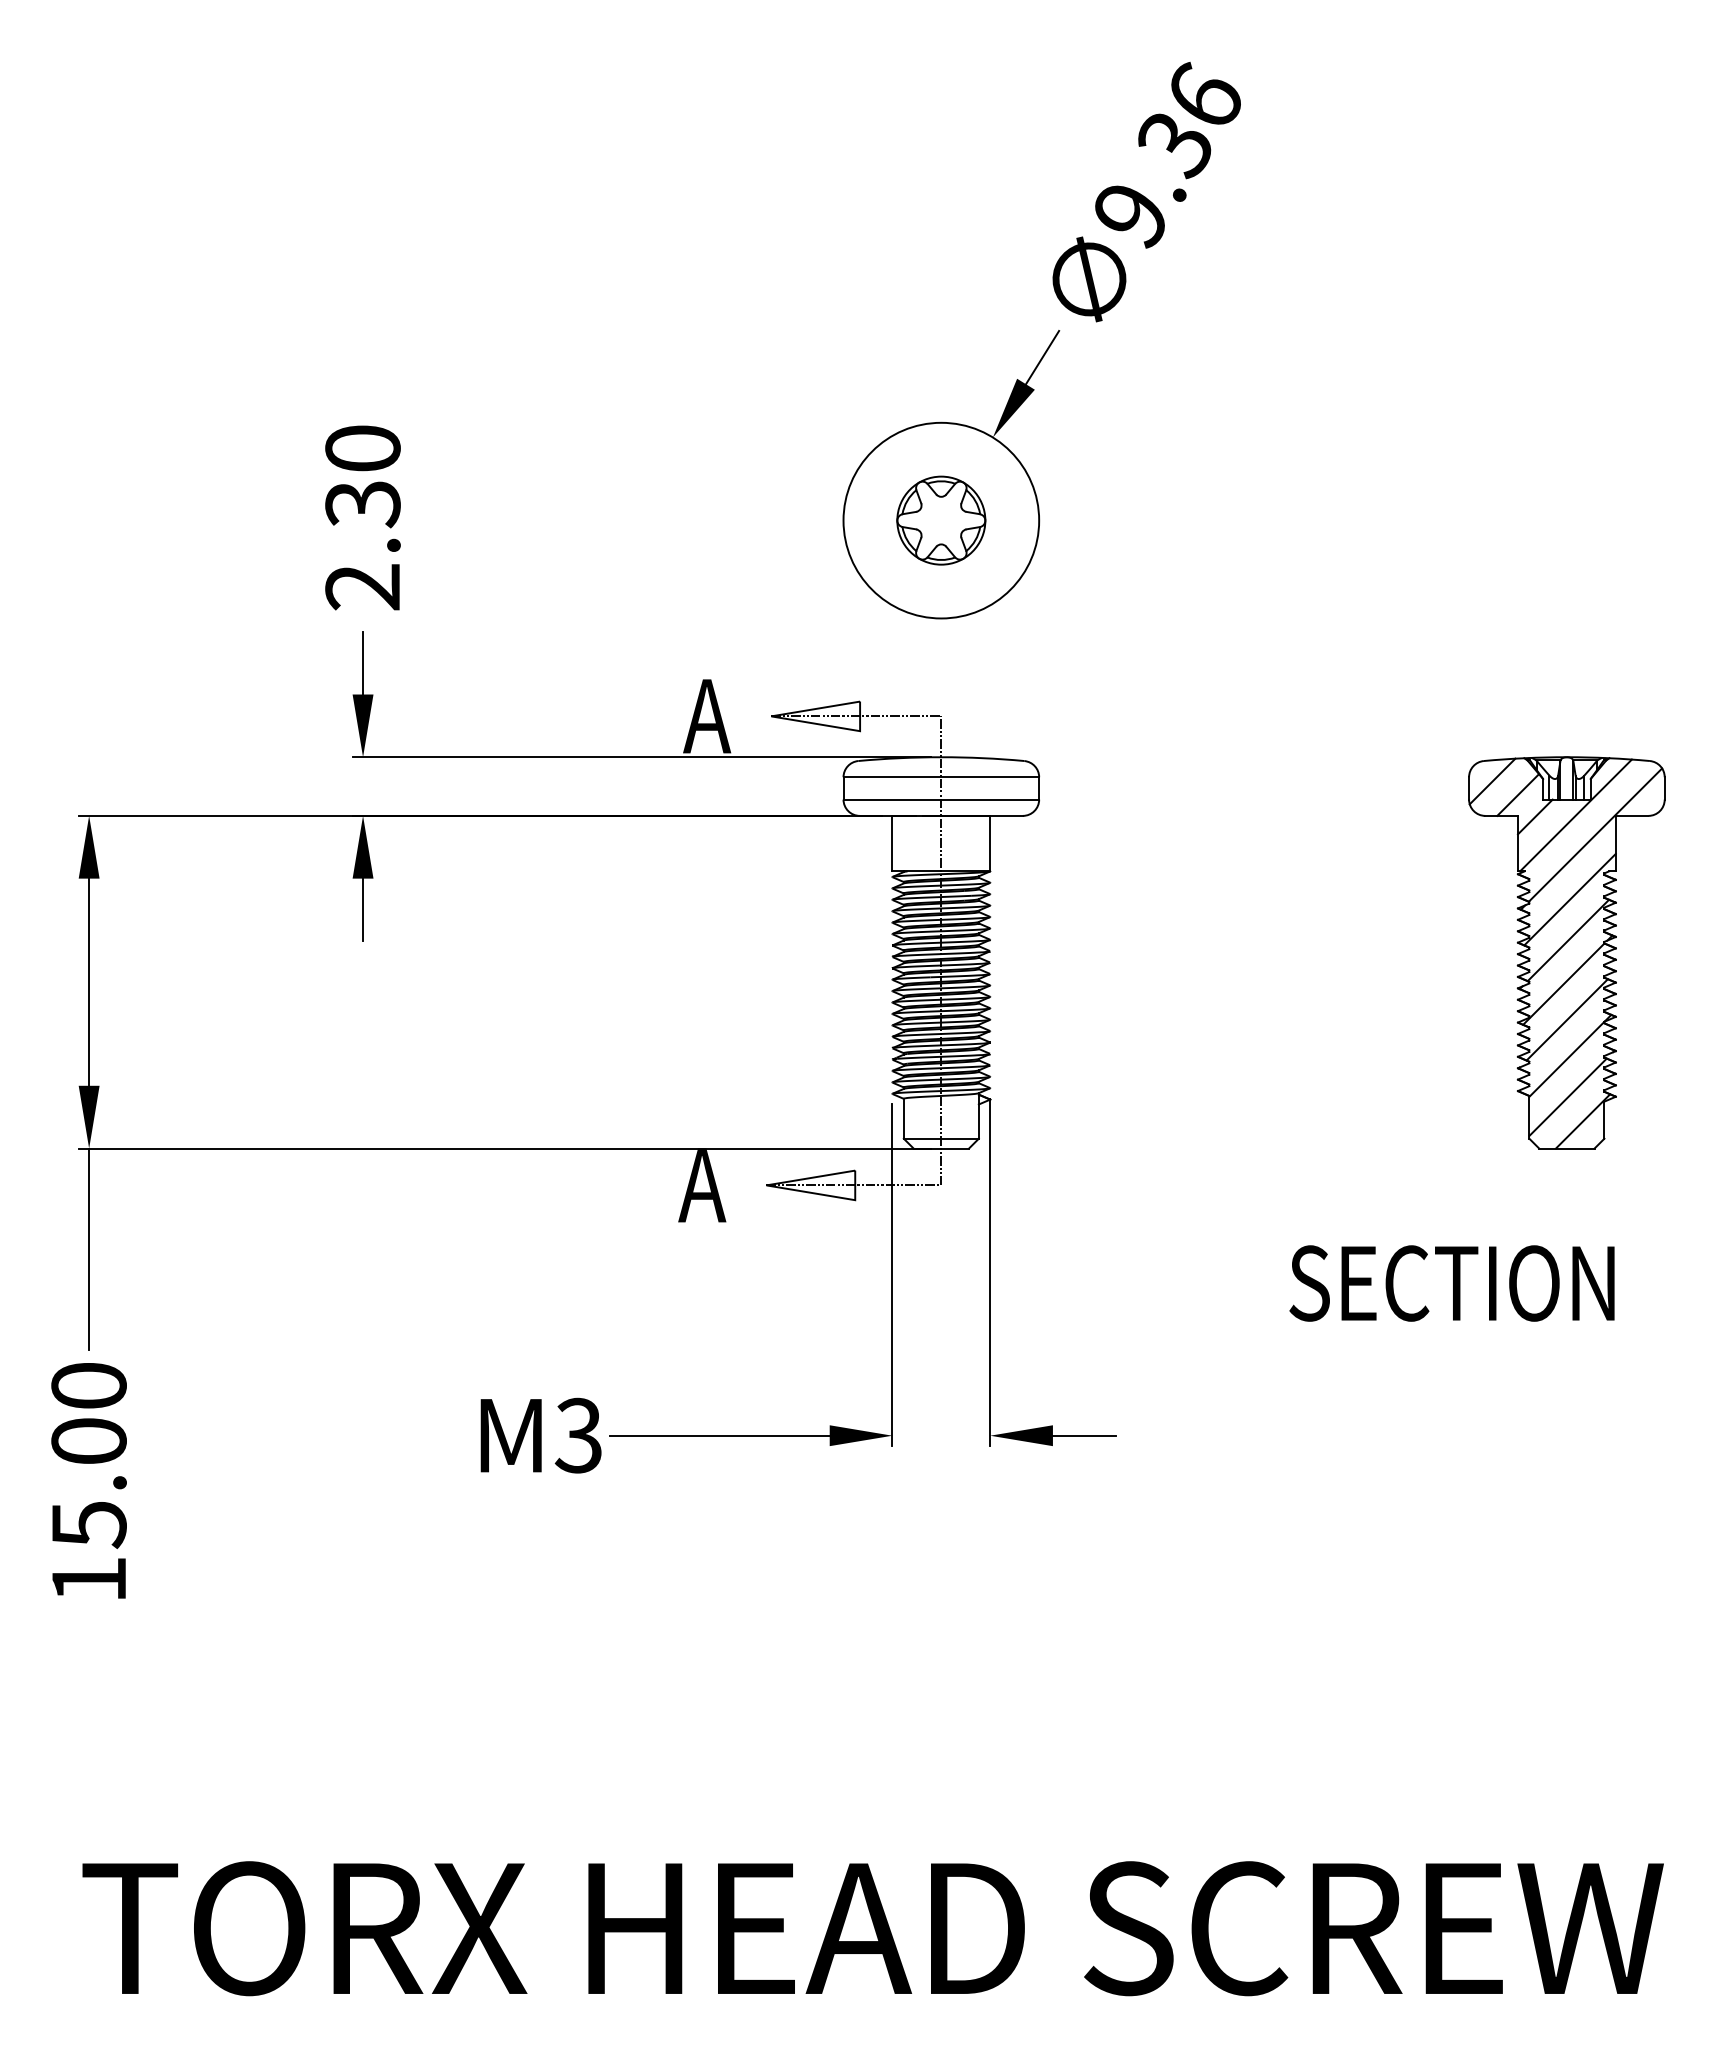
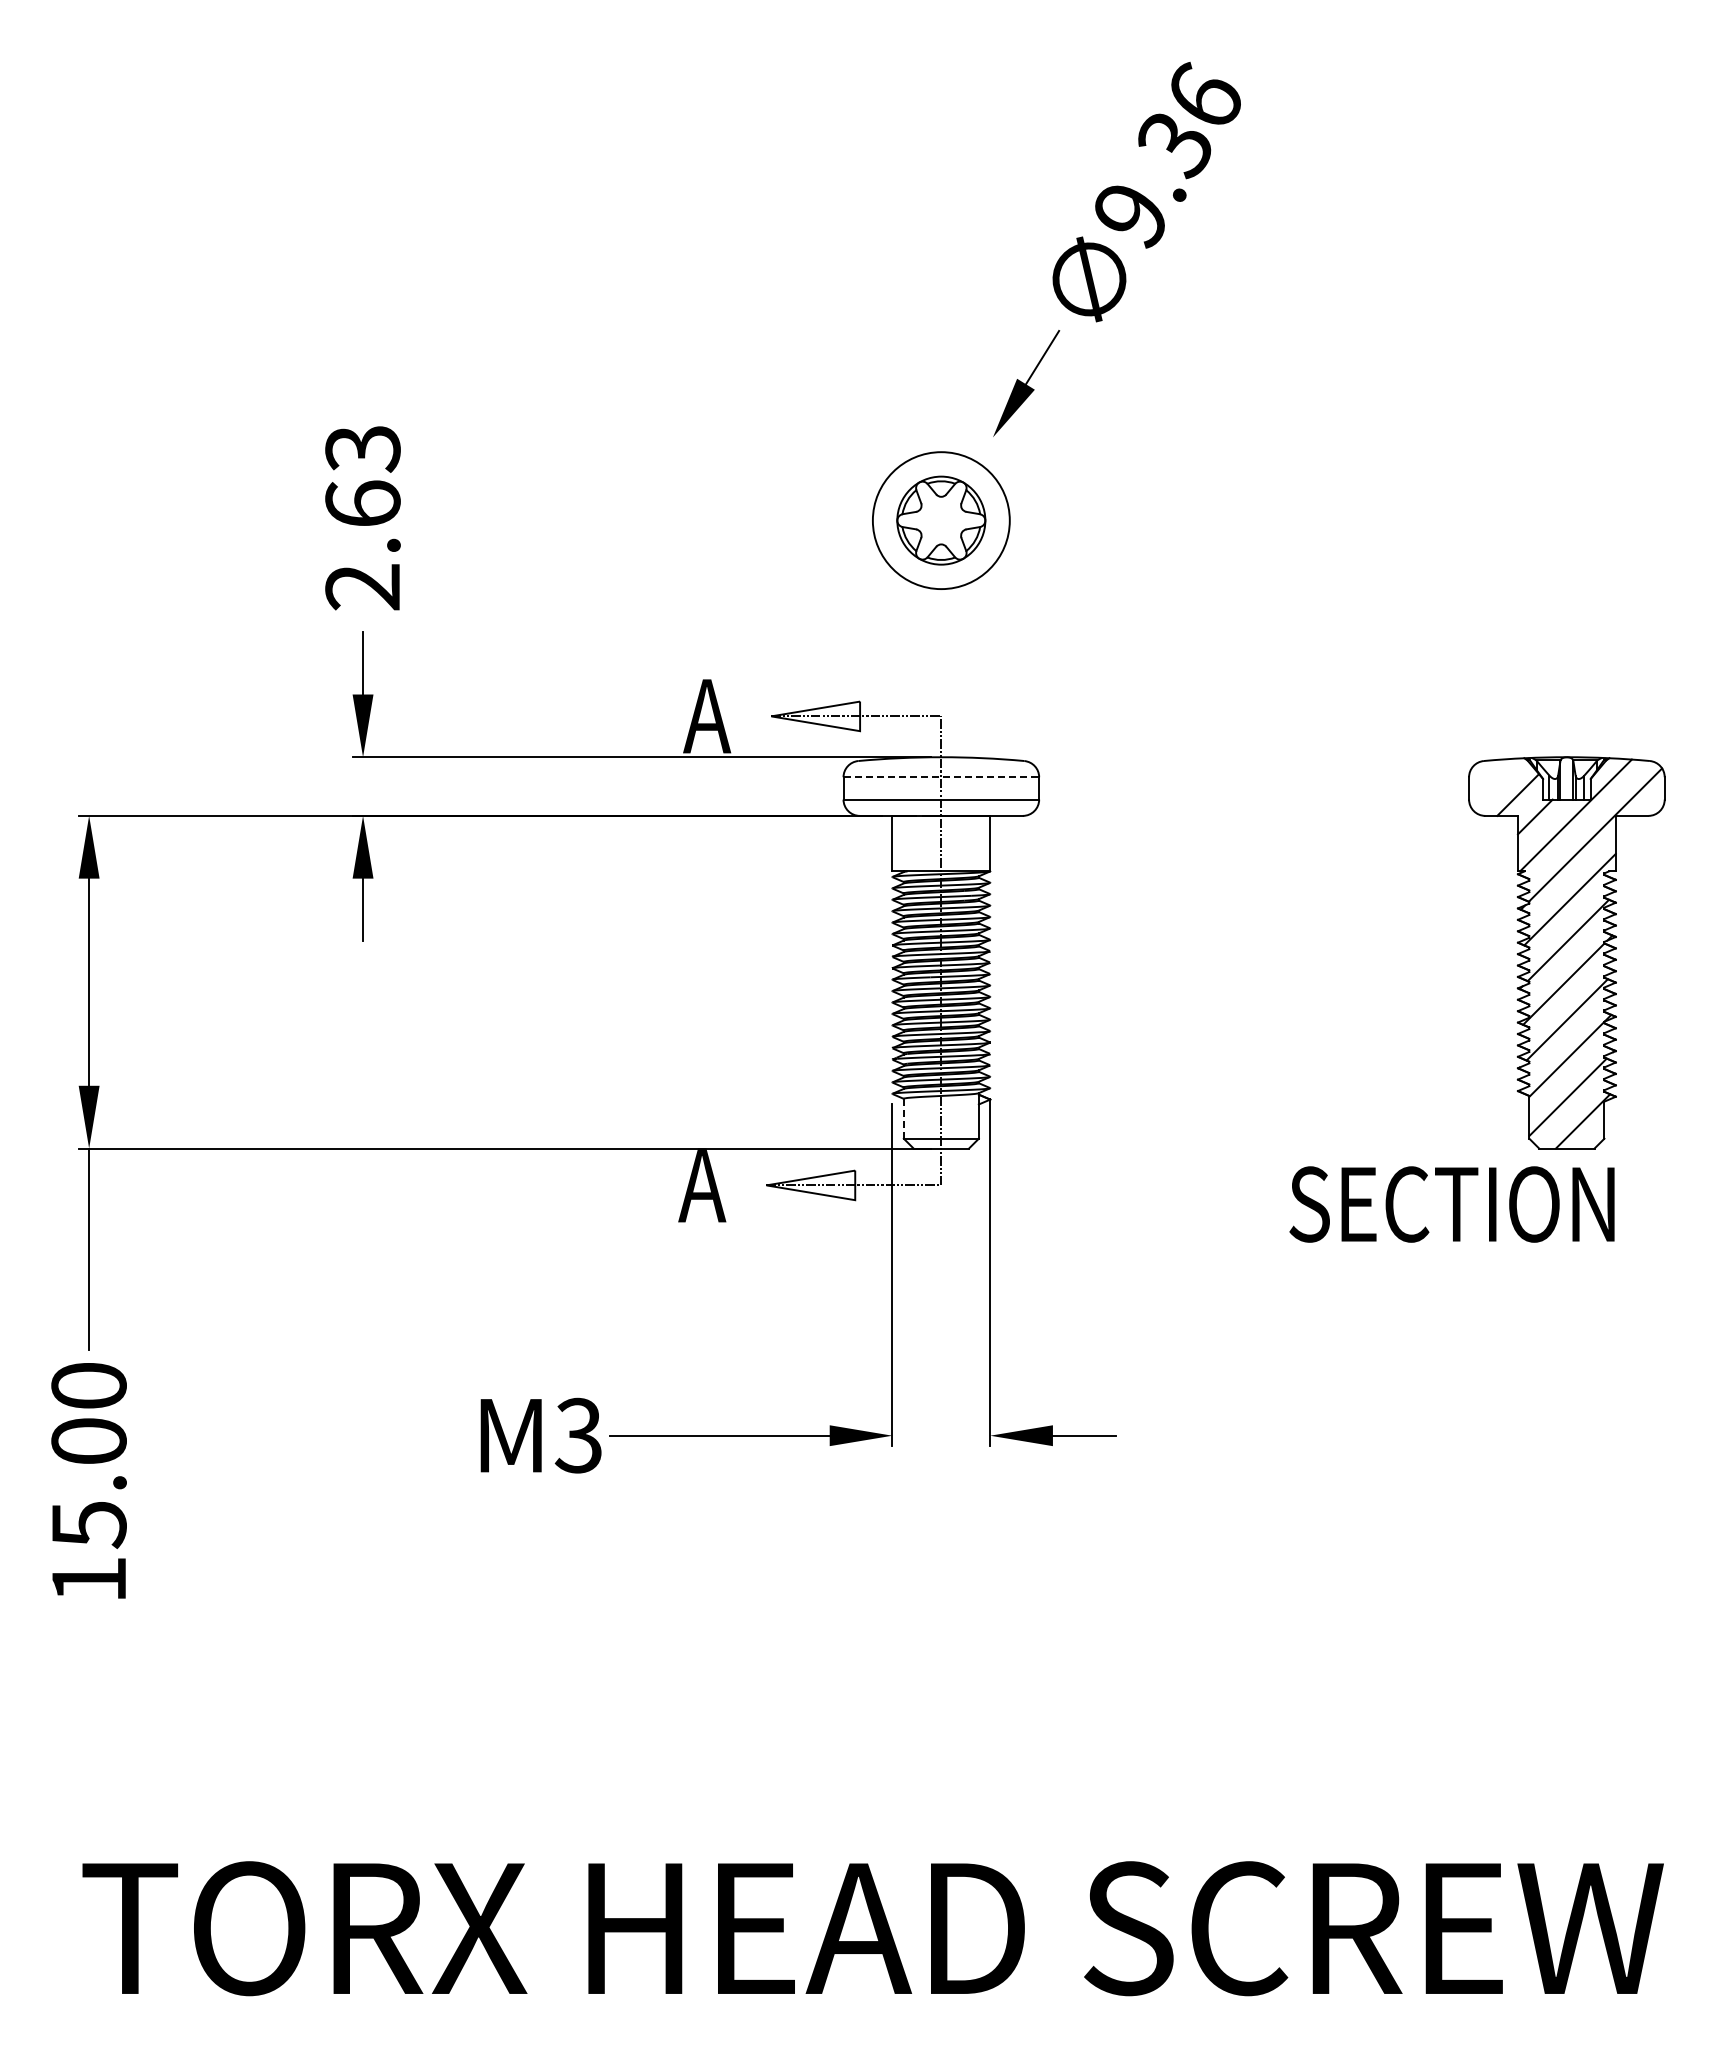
text at (362, 476): 2.30 -> 2.63
circle at (941, 520) diameter: 196 px -> 137 px
line at (941, 777): solid -> dashed
line at (1492, 781): present -> none
line at (903, 1118): solid -> dashed
text at (1451, 1283) position: (1451, 1283) -> (1451, 1204)
